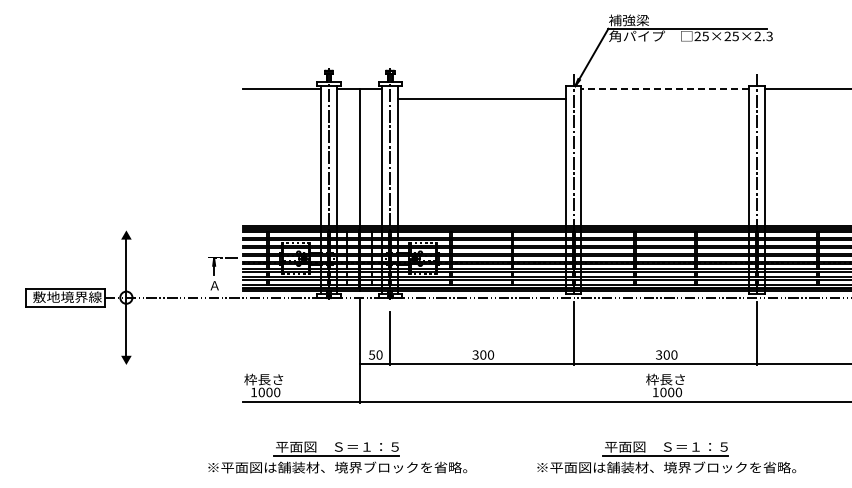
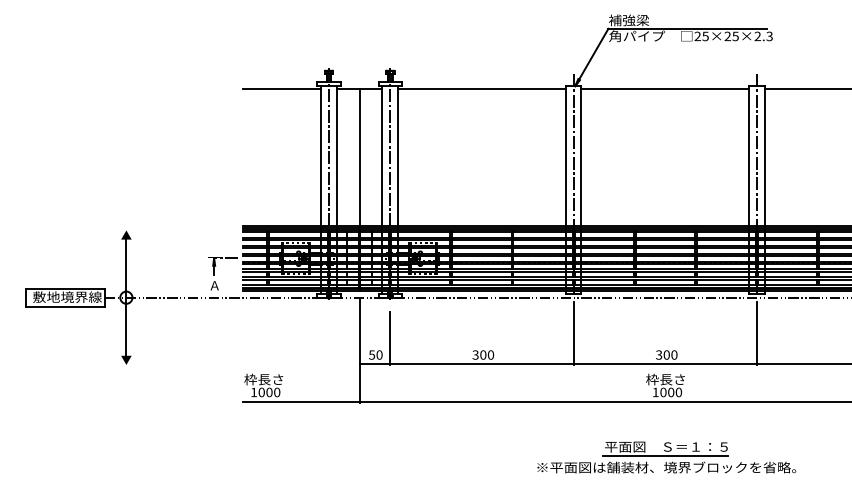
line at (664, 89): dashed -> solid
line at (481, 99) position: (481, 99) -> (481, 89)
part at (337, 457): present -> none
